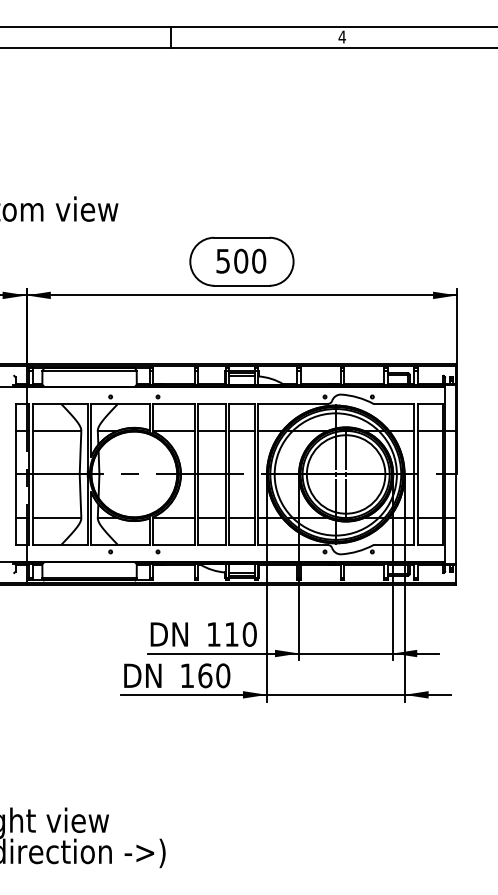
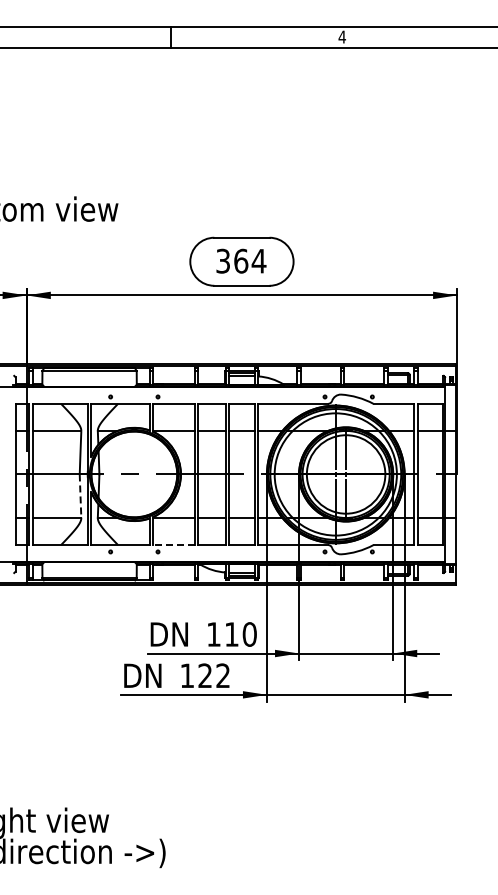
text at (241, 260): 500 -> 364
line at (80, 496): solid -> dashed
line at (173, 545): solid -> dashed
text at (214, 675): 160 -> 122
